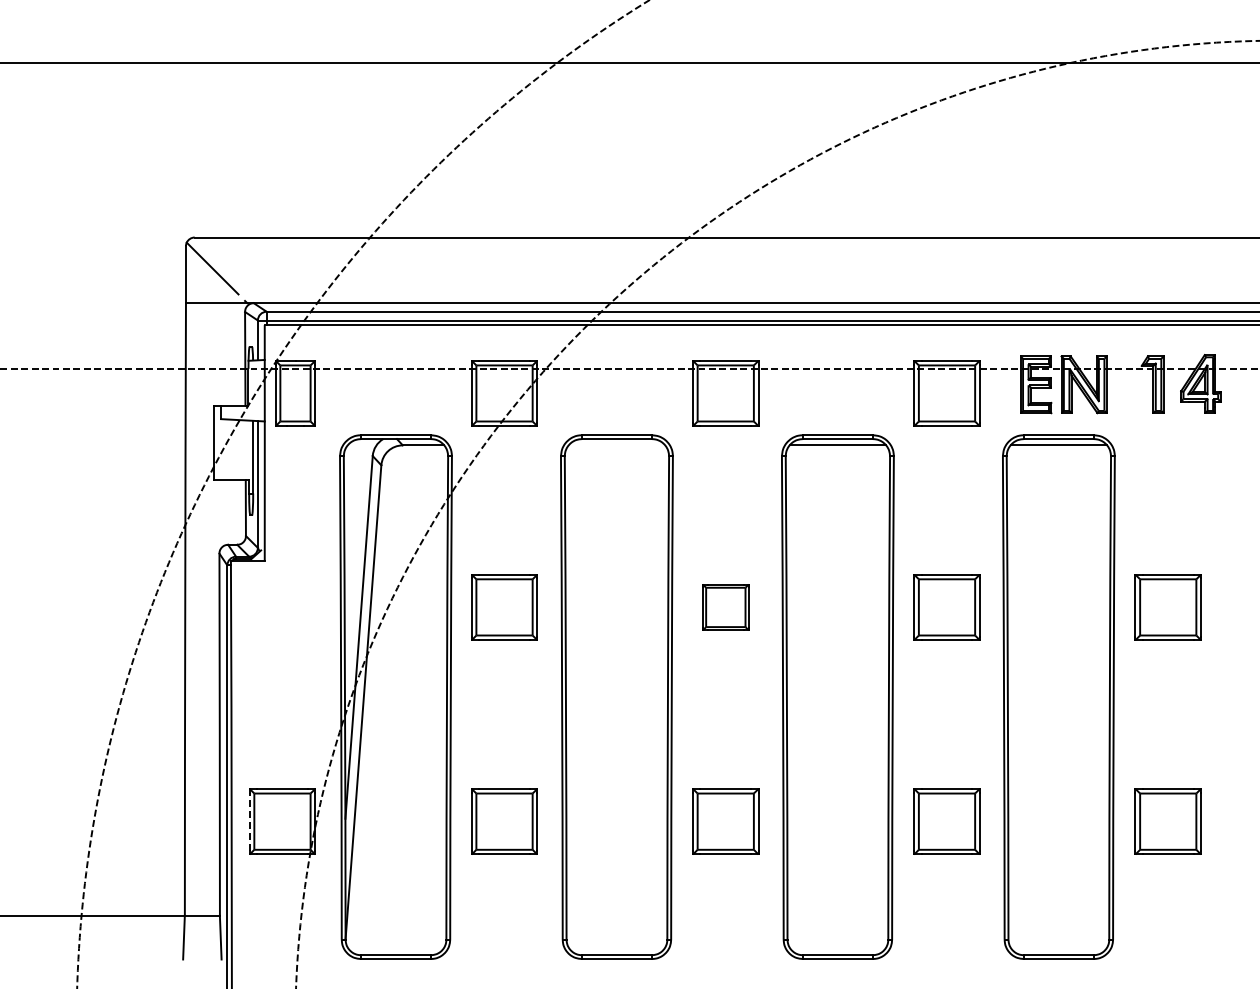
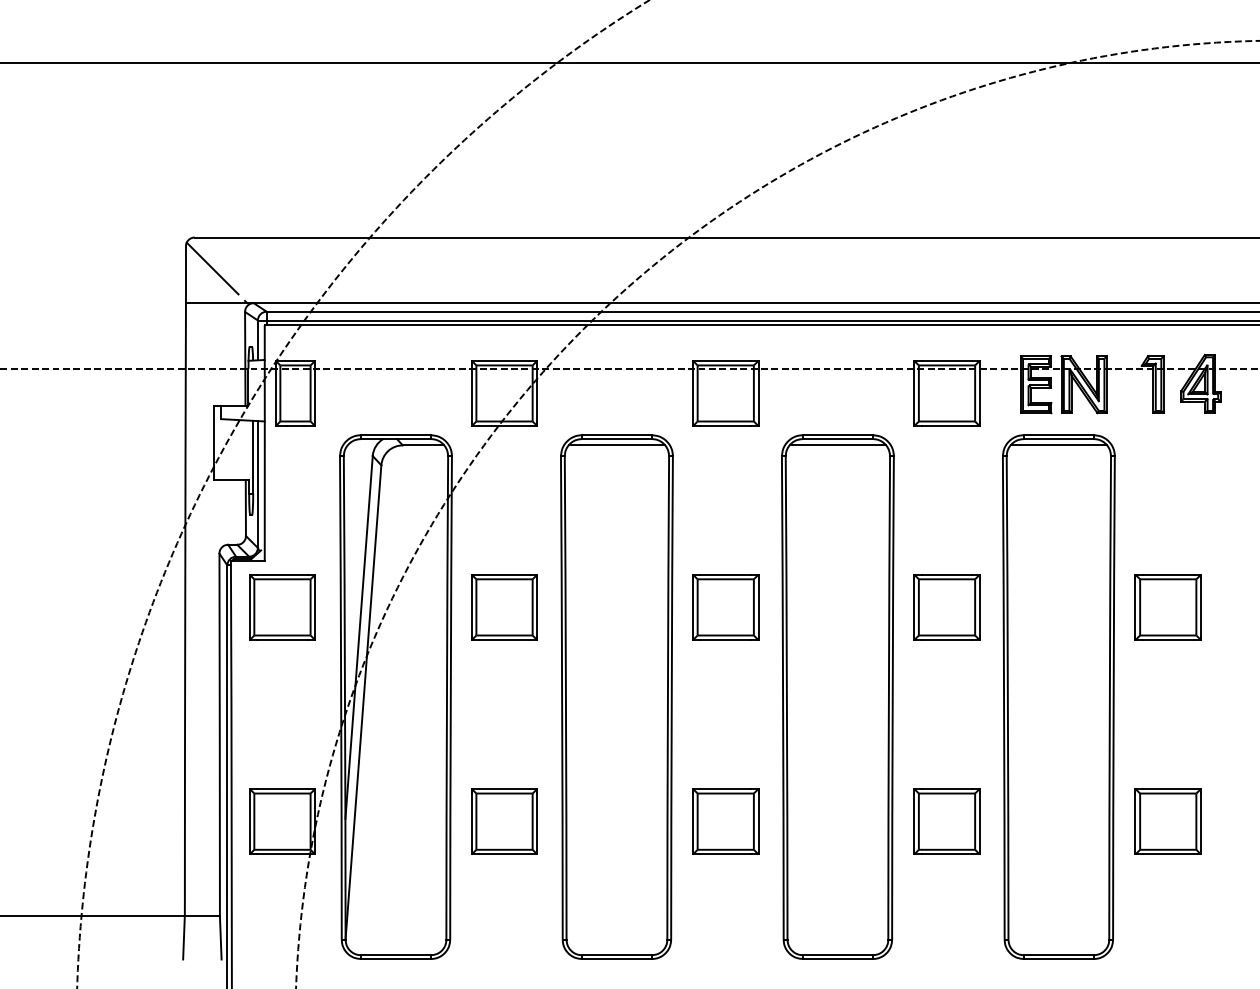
line at (616, 445): none -> present
part at (282, 607): none -> present
part at (725, 607) size: 48x47 px -> 68x67 px
line at (249, 821): dashed -> solid
